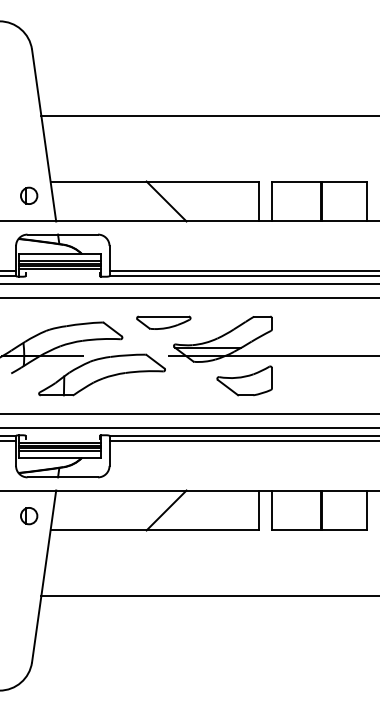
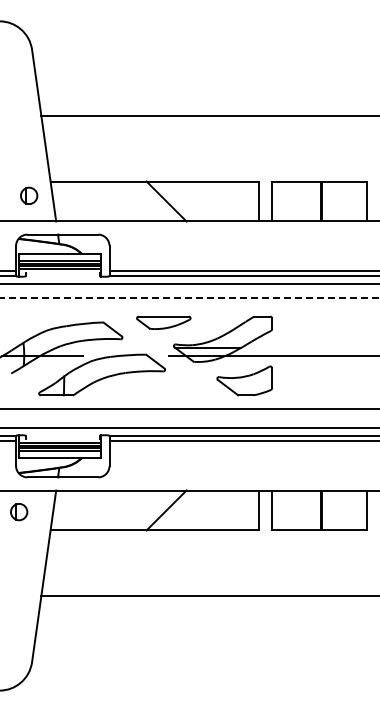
line at (190, 298): solid -> dashed
line at (189, 413) position: (189, 413) -> (189, 408)
part at (29, 516) position: (29, 516) -> (19, 512)
